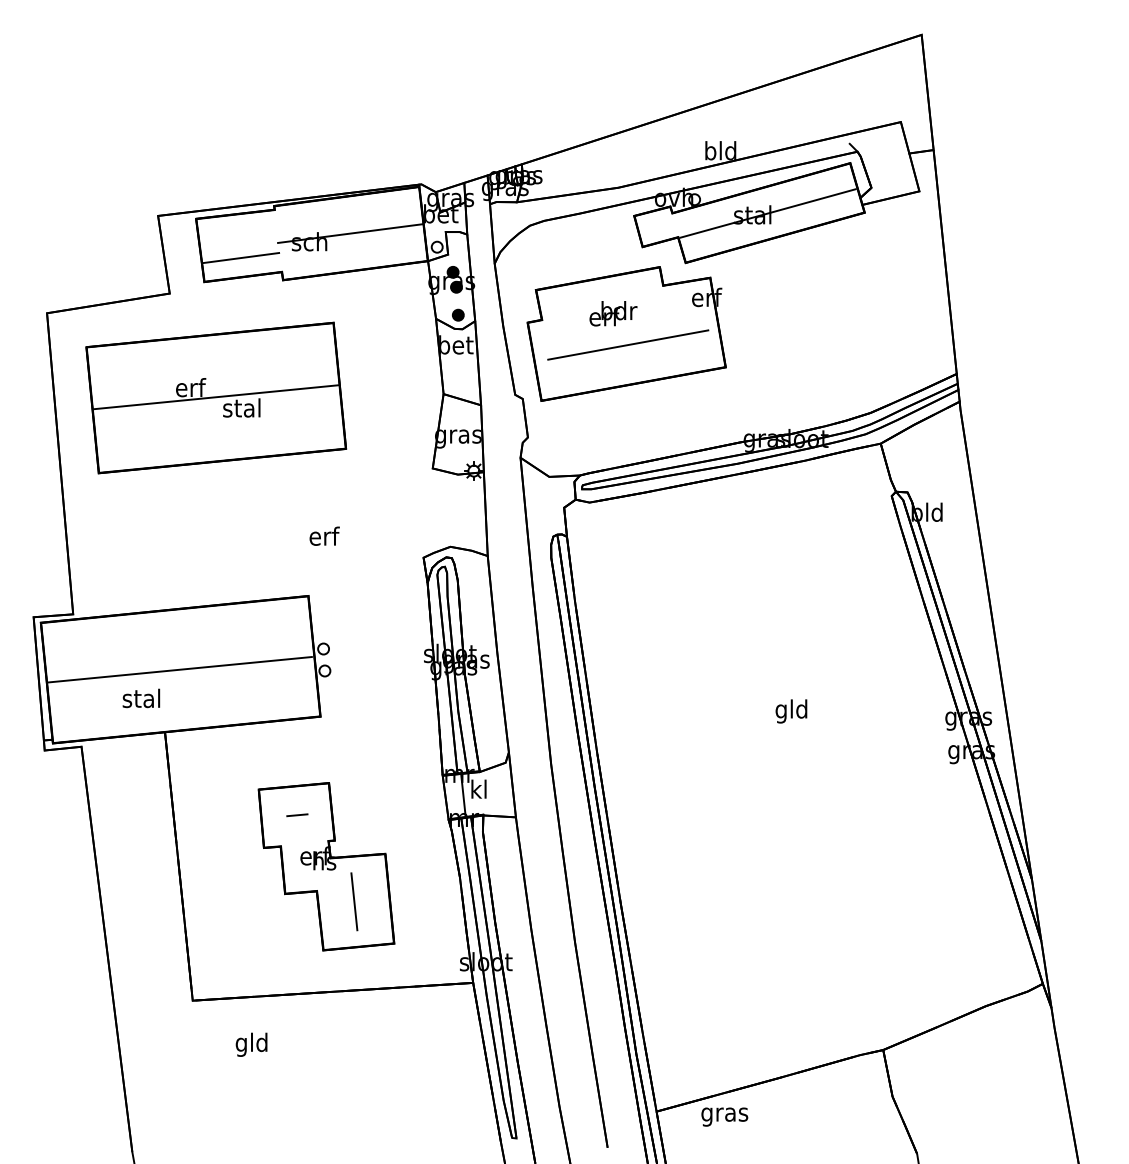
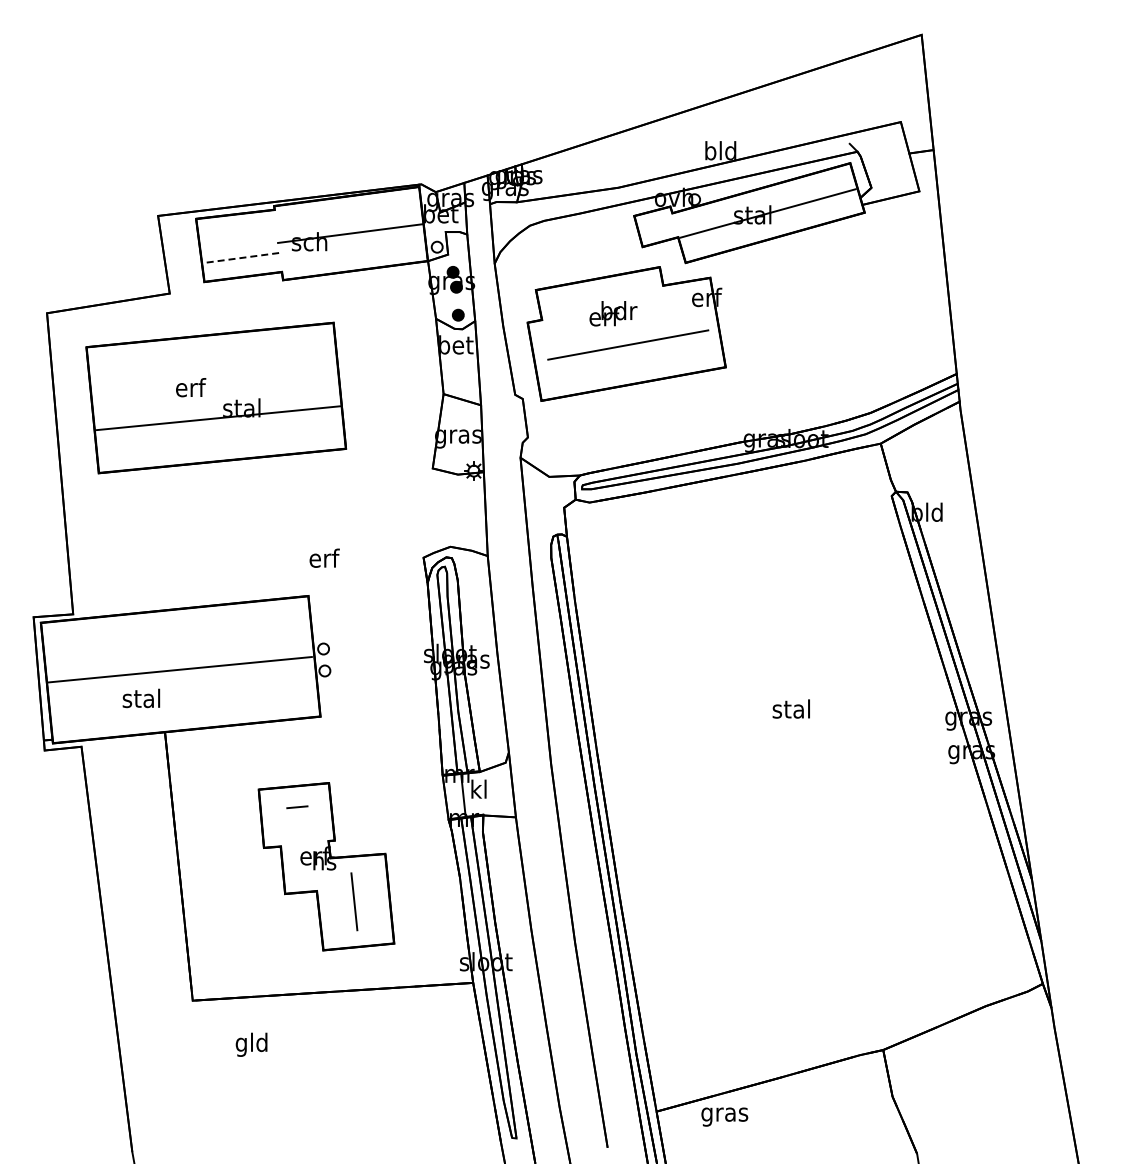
line at (240, 258): solid -> dashed
line at (216, 397) position: (216, 397) -> (218, 418)
text at (324, 535) position: (324, 535) -> (324, 557)
text at (790, 711): gld -> stal
line at (297, 815) position: (297, 815) -> (297, 807)
